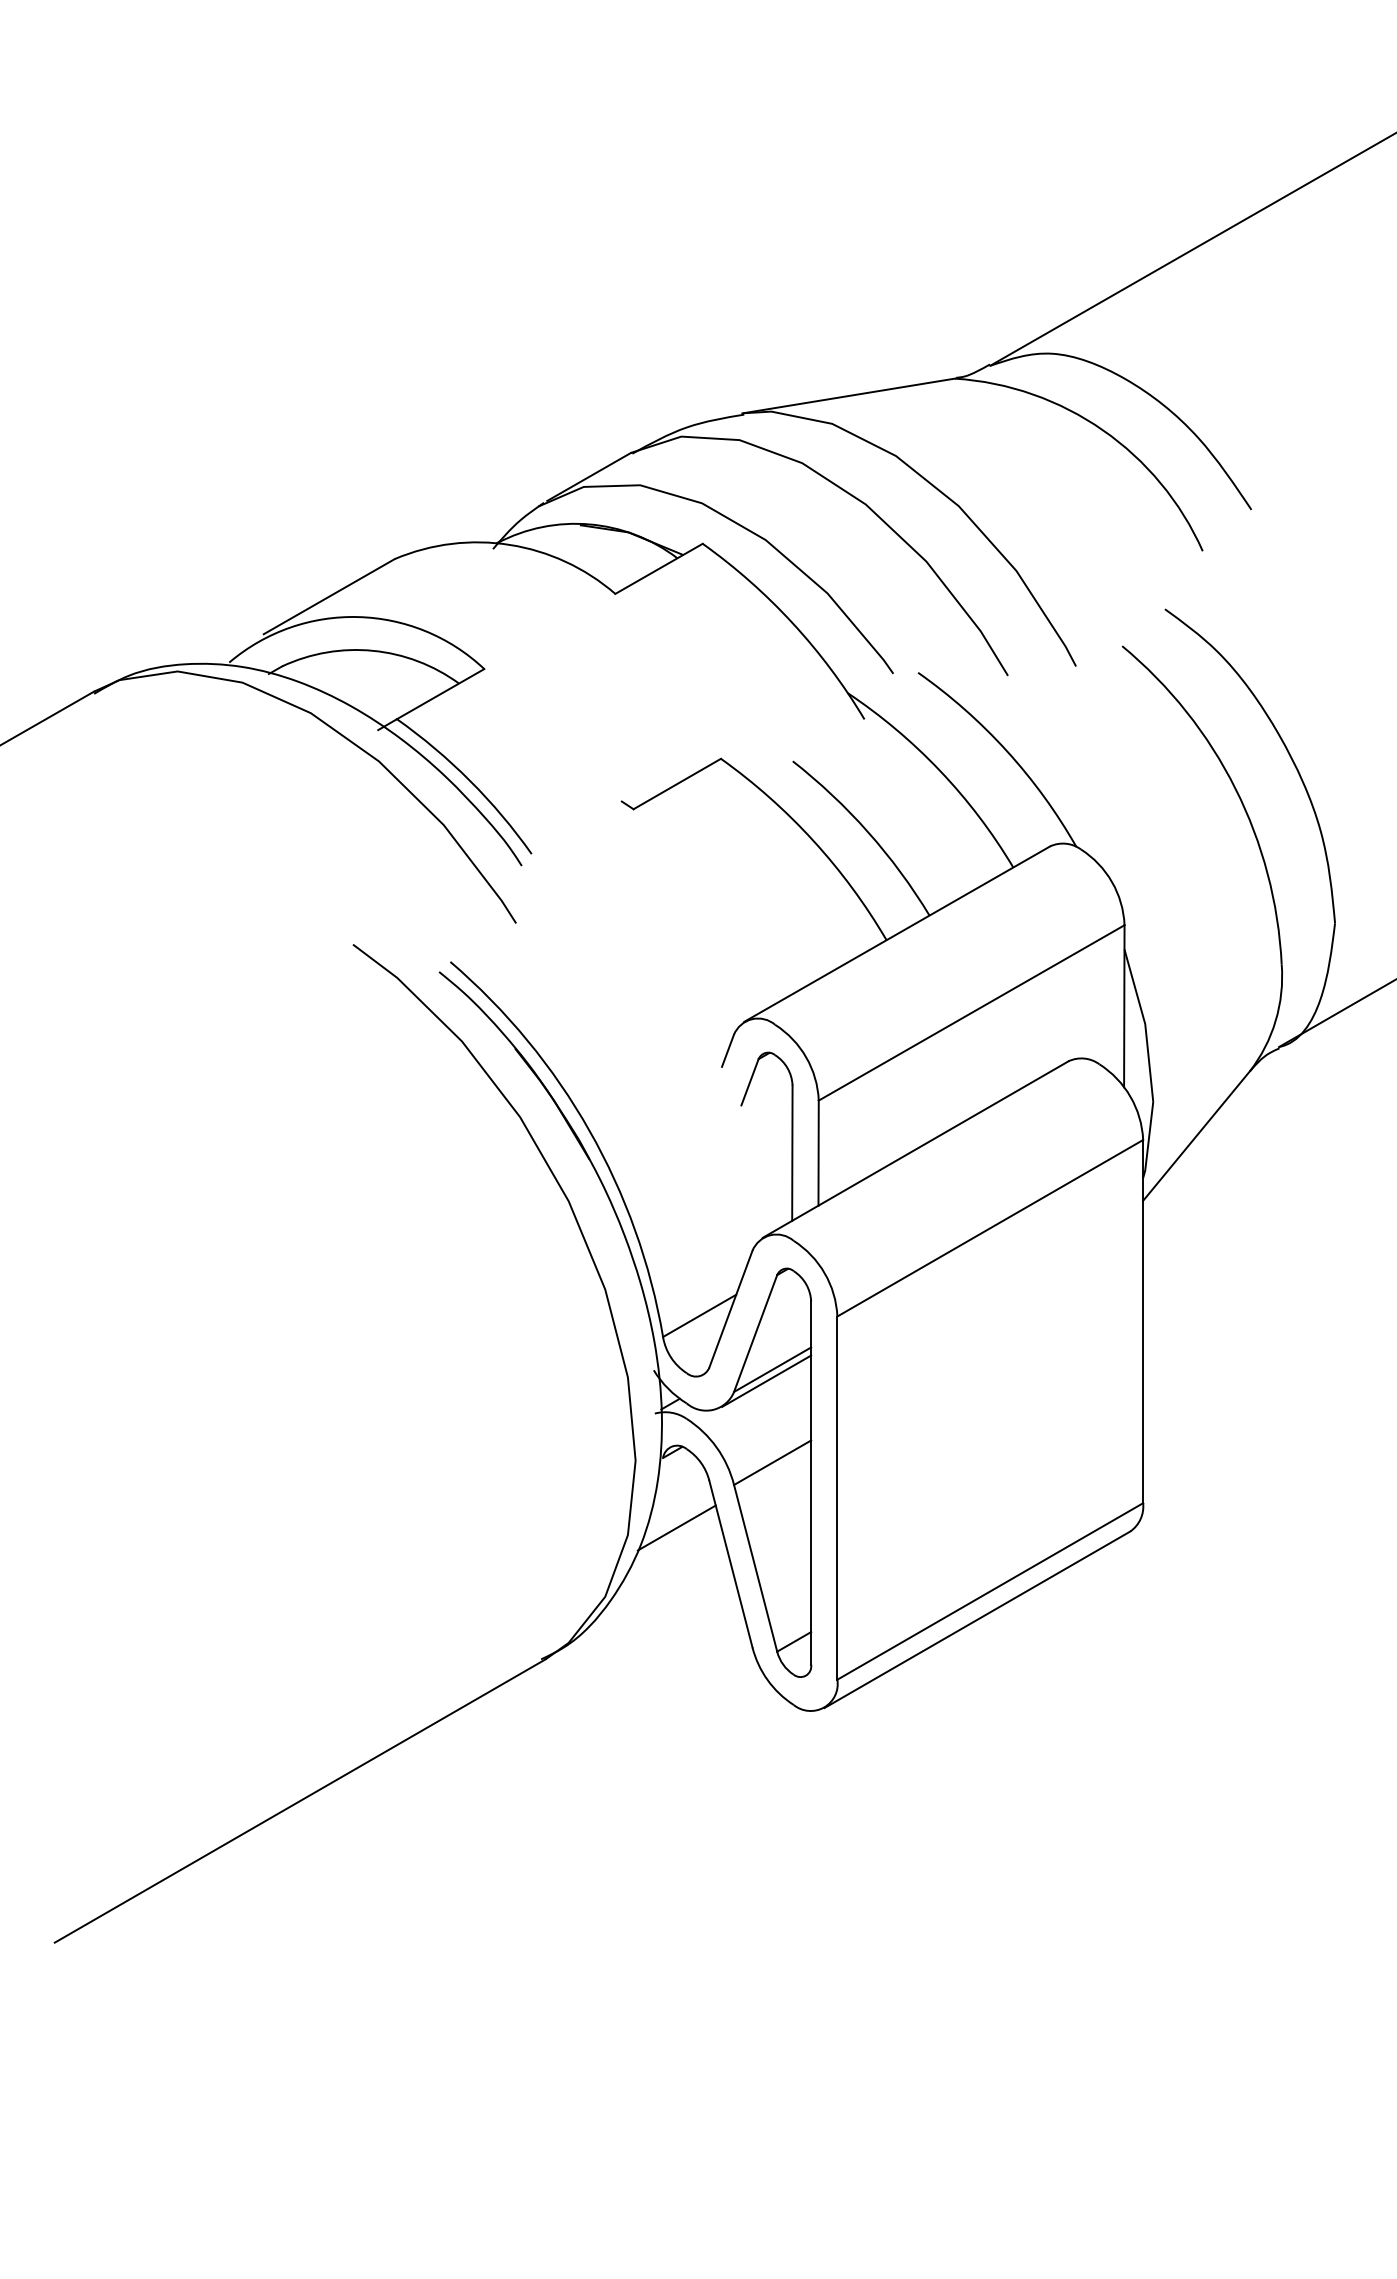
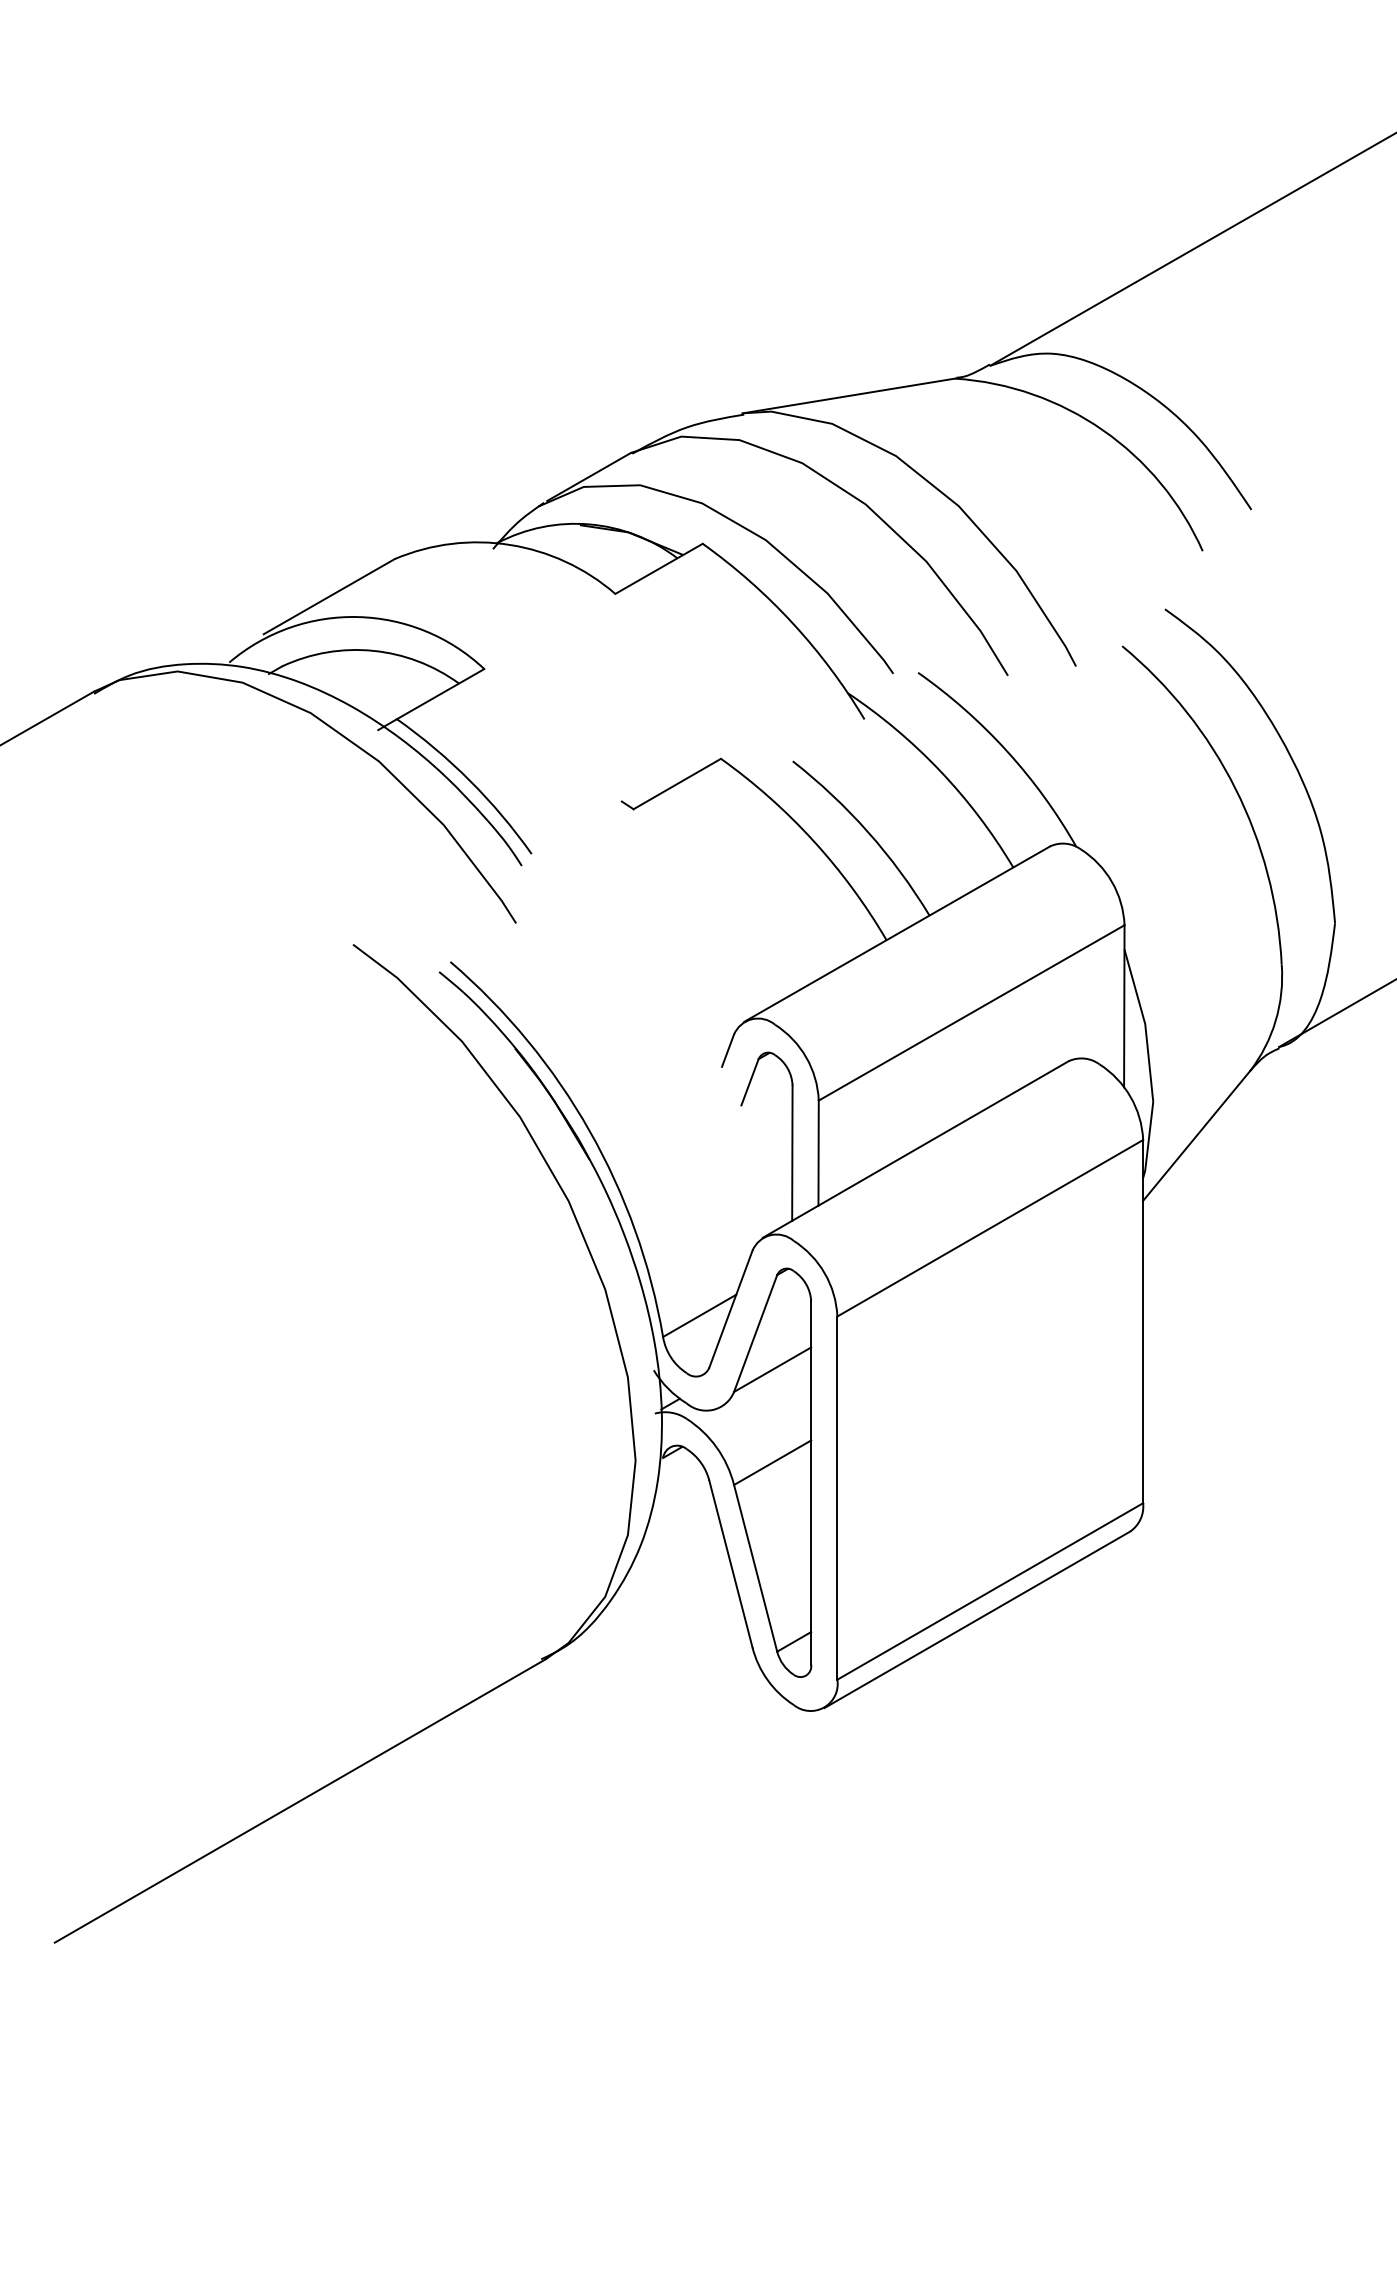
line at (766, 1380): present -> none
line at (676, 1527): present -> none
